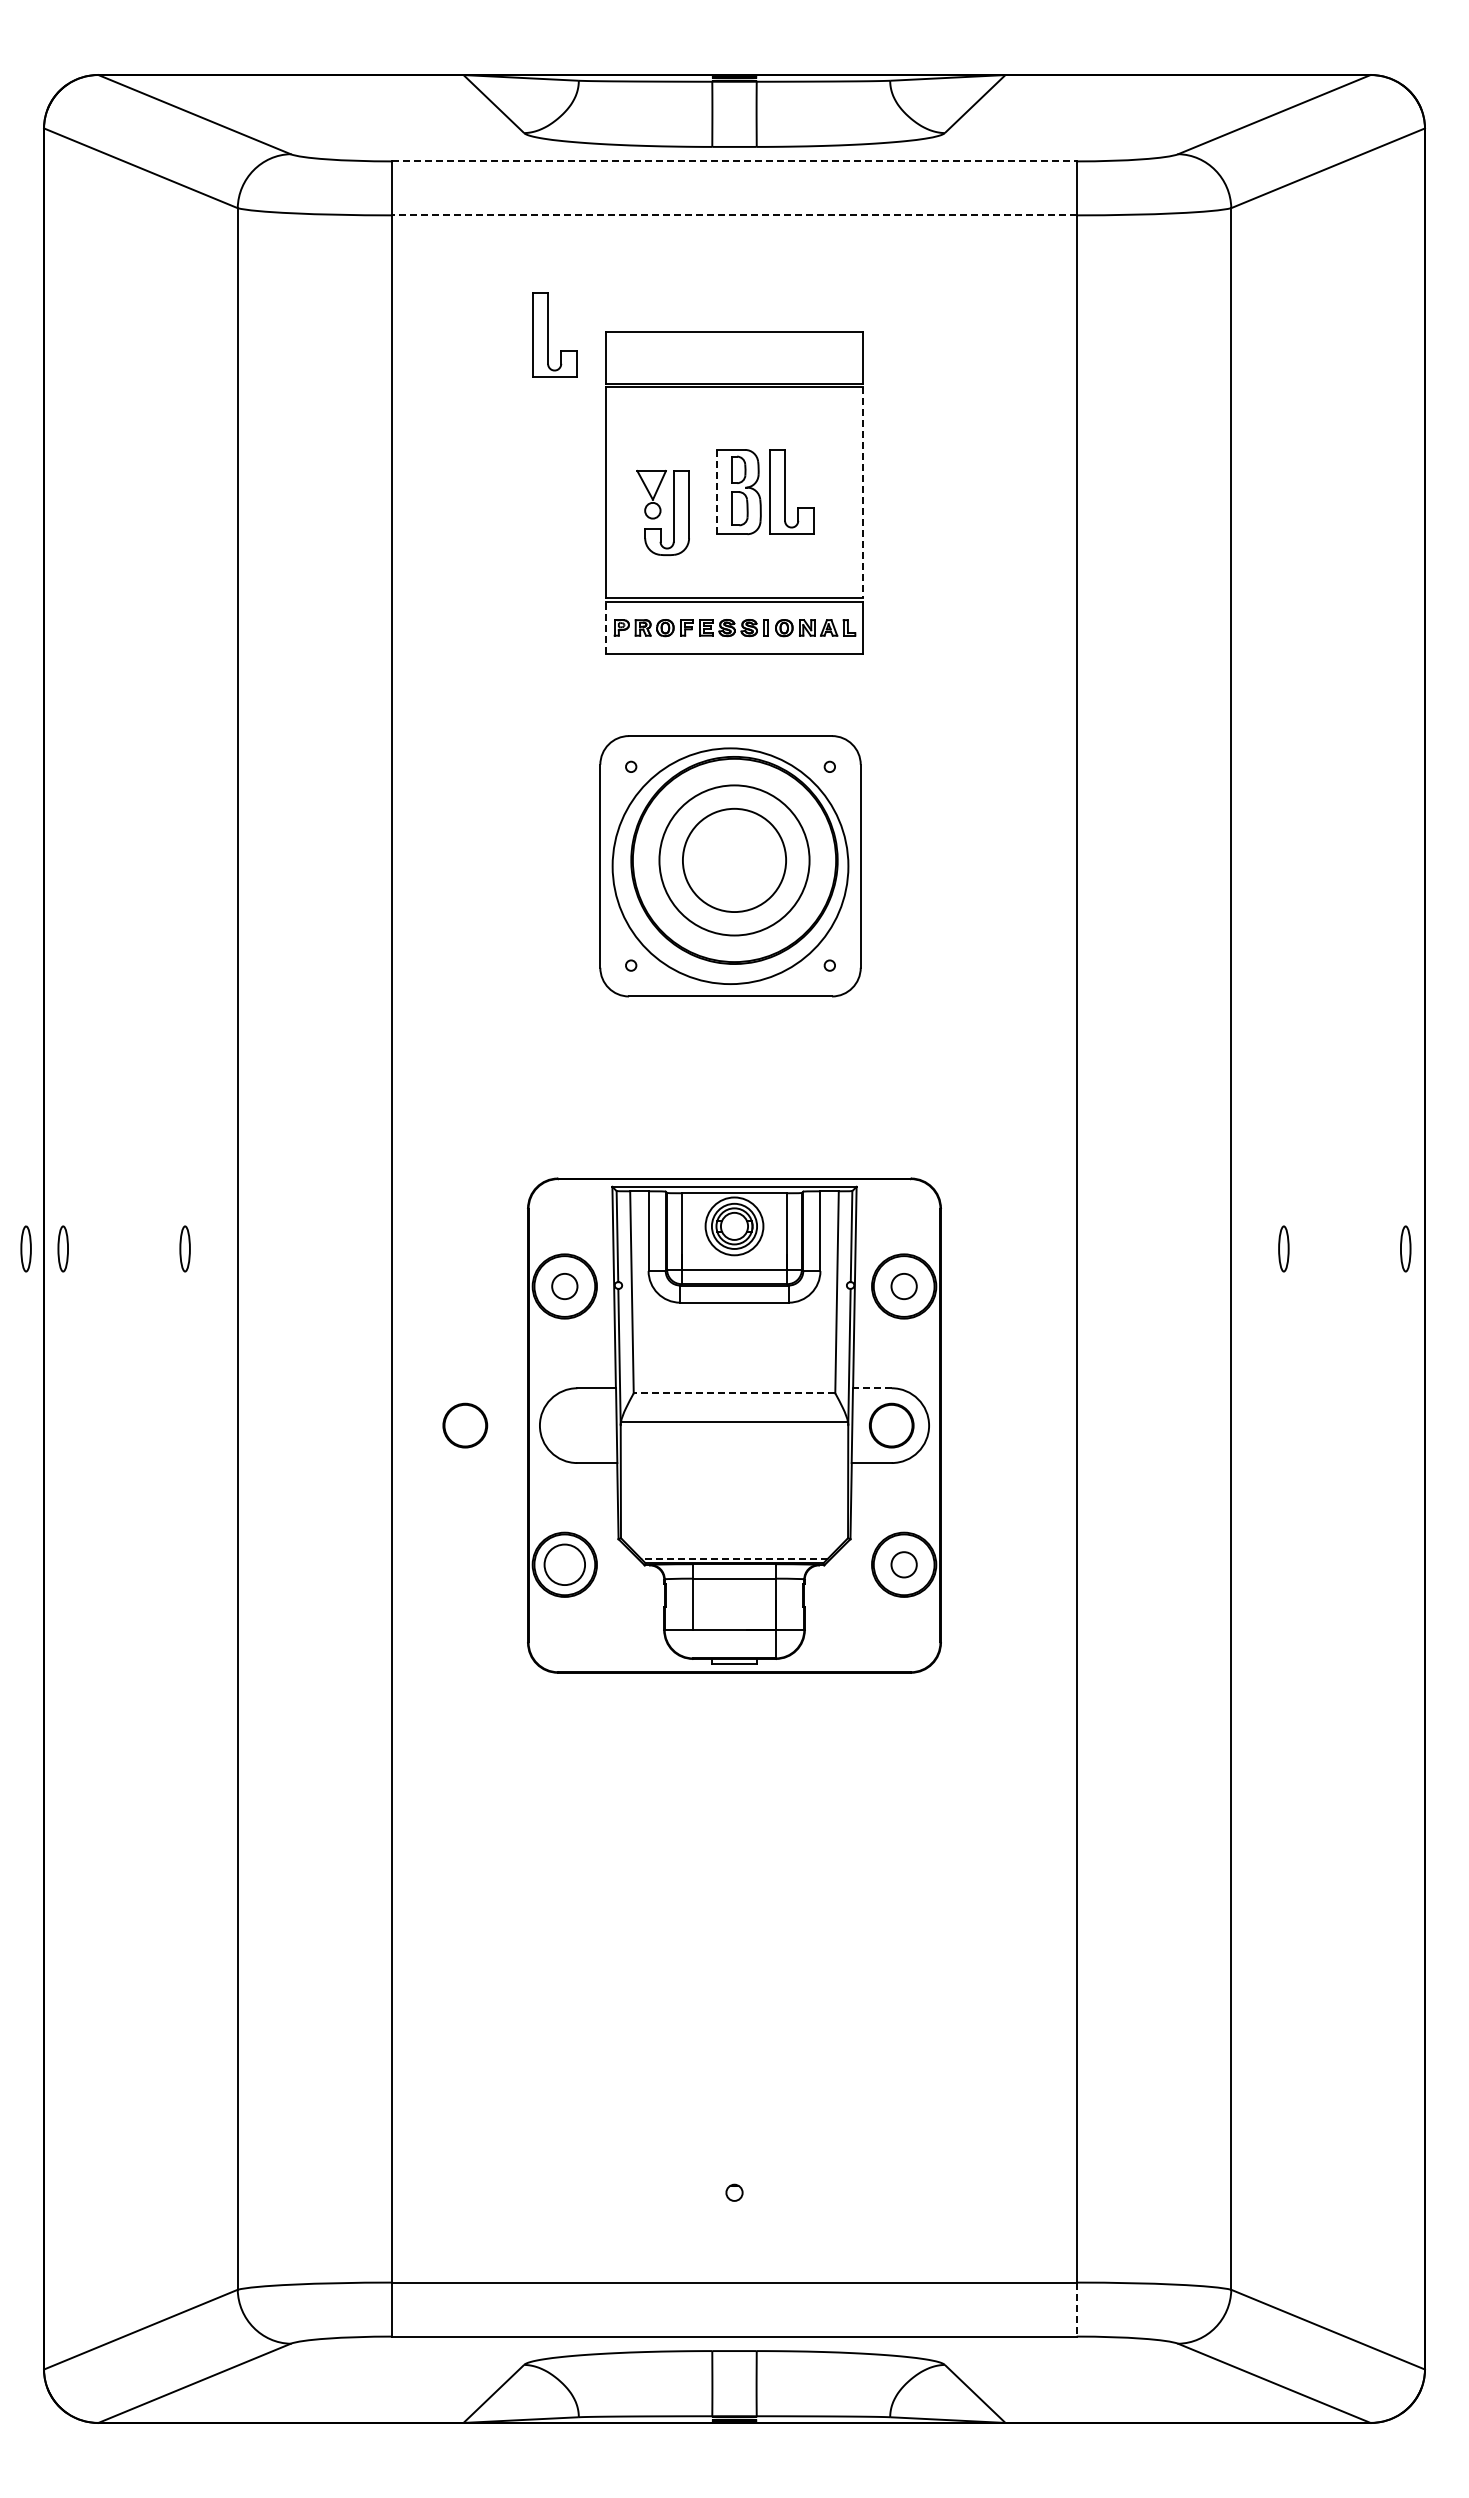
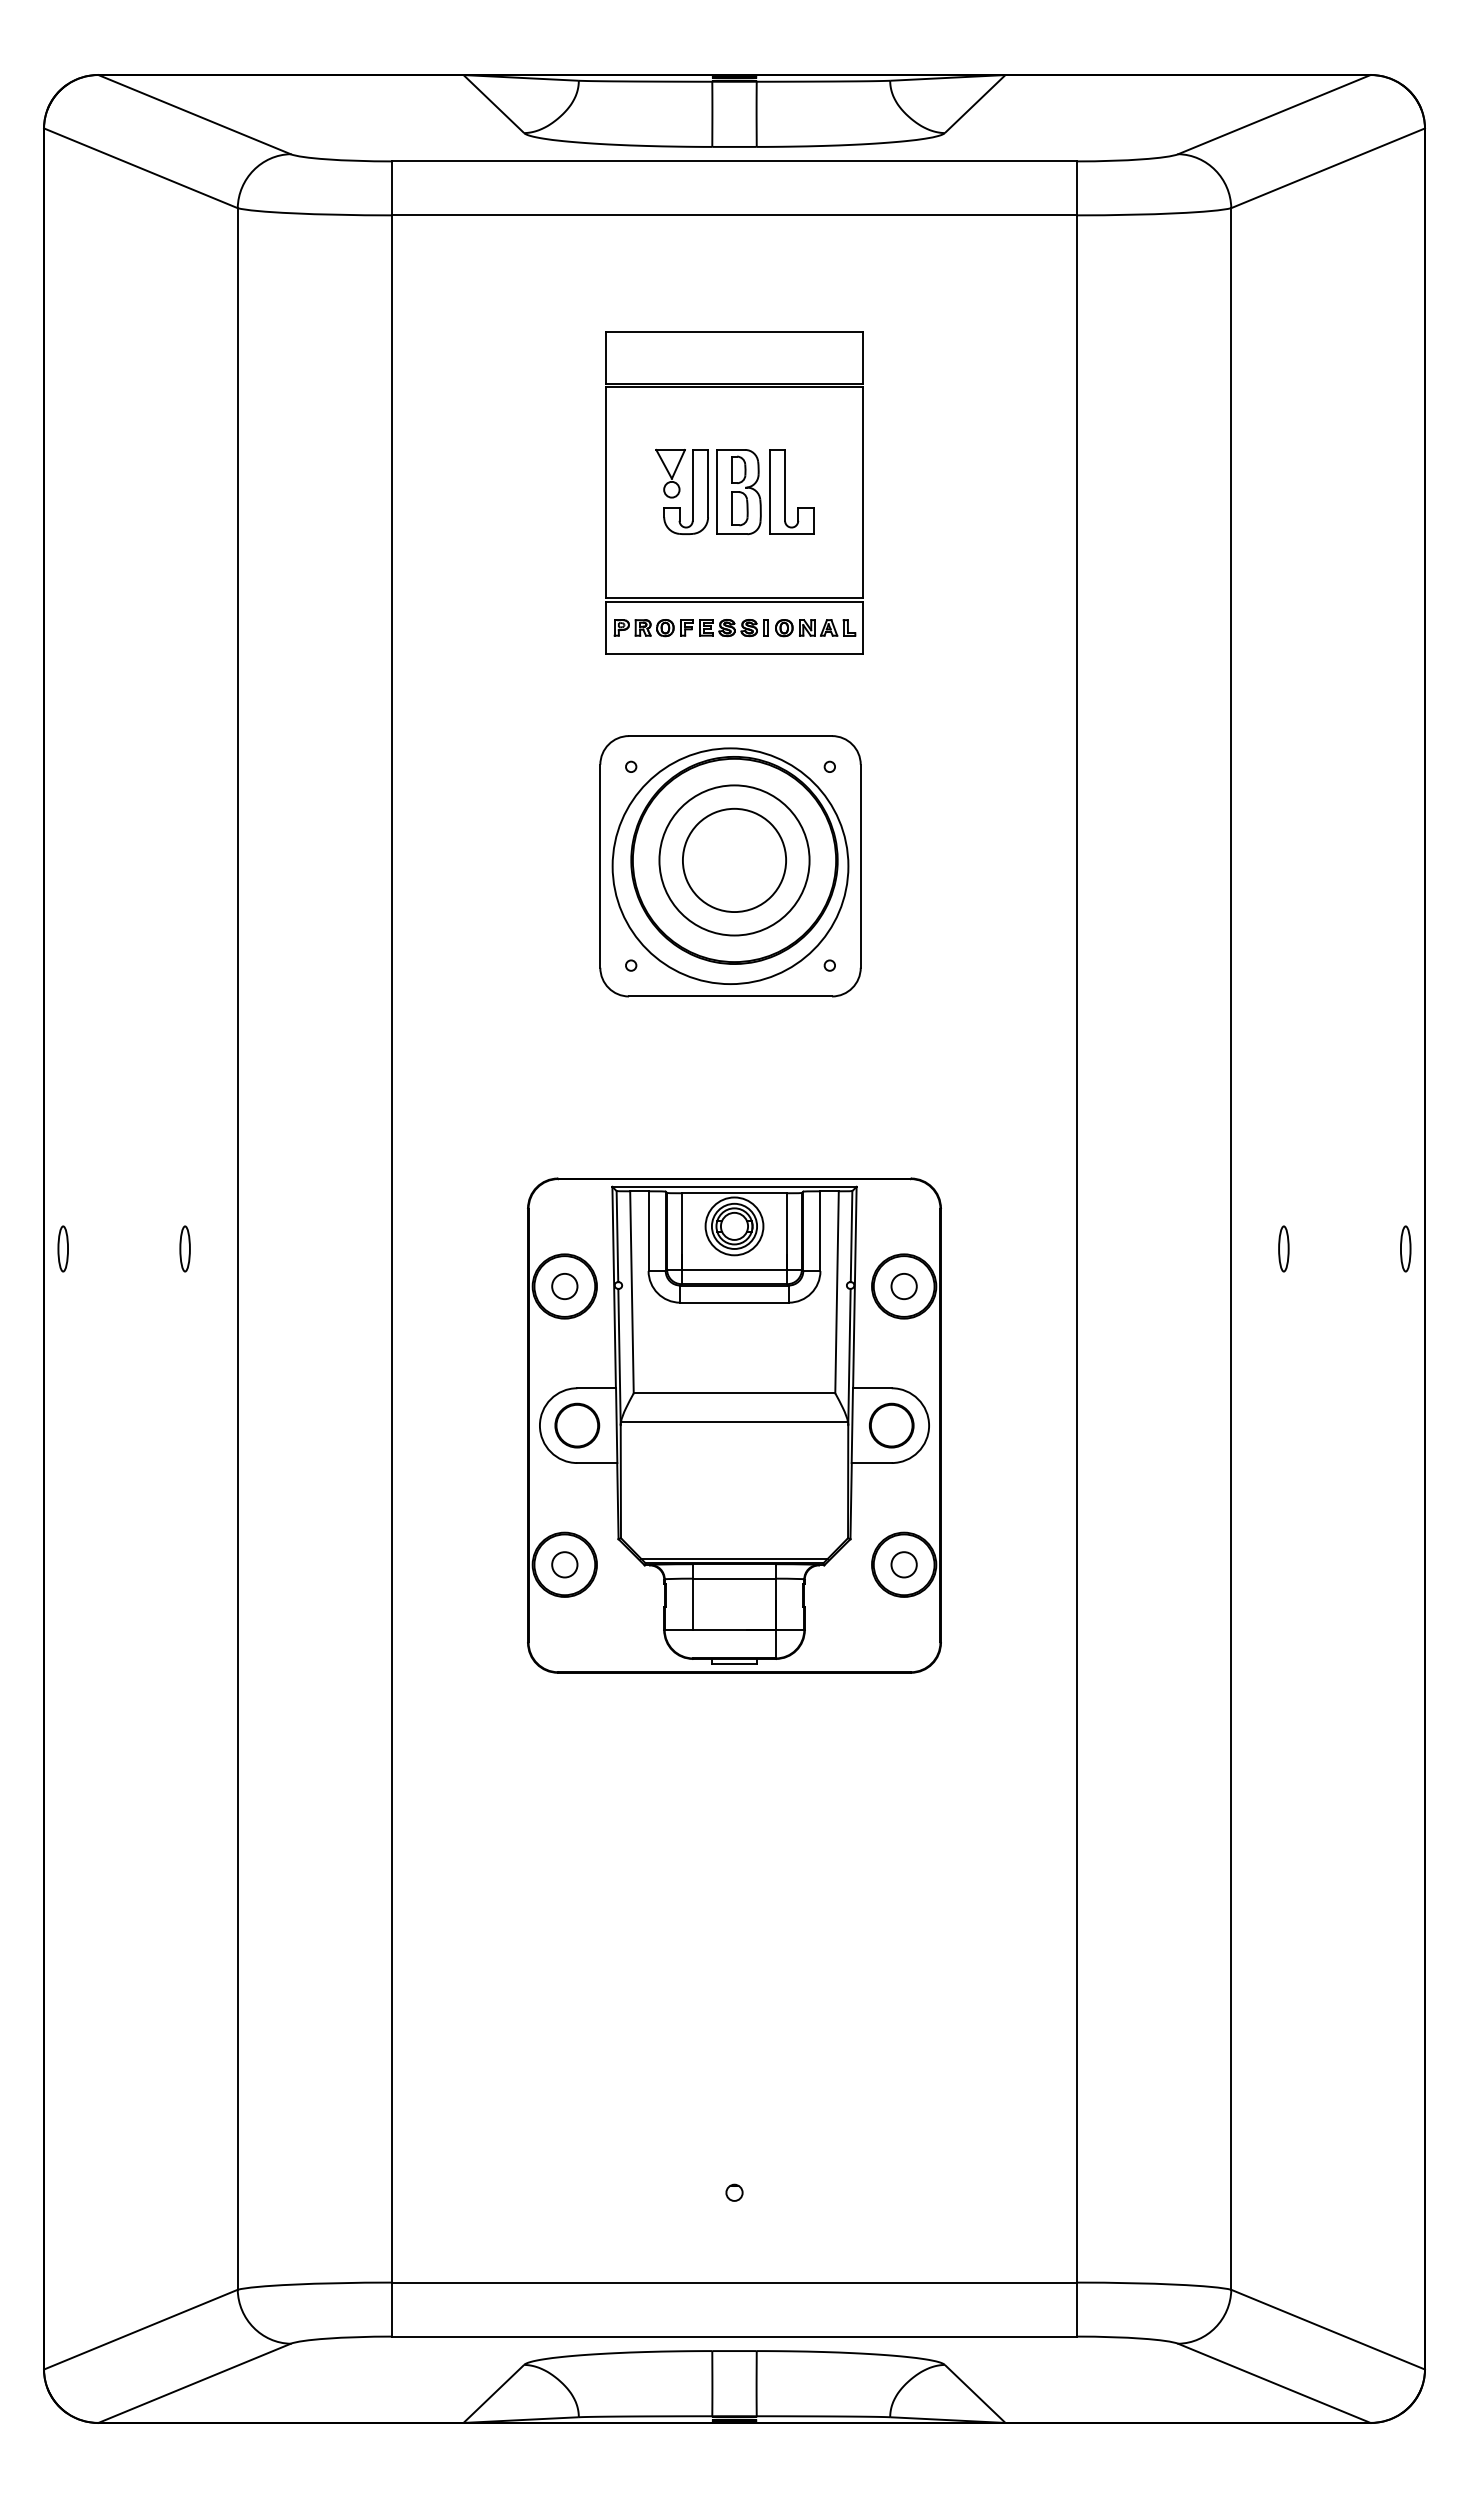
line at (734, 161): dashed -> solid
line at (734, 215): dashed -> solid
part at (554, 334): present -> none
line at (716, 492): dashed -> solid
line at (862, 492): dashed -> solid
part at (662, 512) position: (662, 512) -> (681, 491)
line at (606, 628): dashed -> solid
part at (25, 1248): present -> none
line at (871, 1388): dashed -> solid
line at (734, 1393): dashed -> solid
part at (465, 1425) position: (465, 1425) -> (577, 1425)
line at (734, 1558): dashed -> solid
circle at (564, 1564) diameter: 41 px -> 25 px
line at (1076, 2309): dashed -> solid
